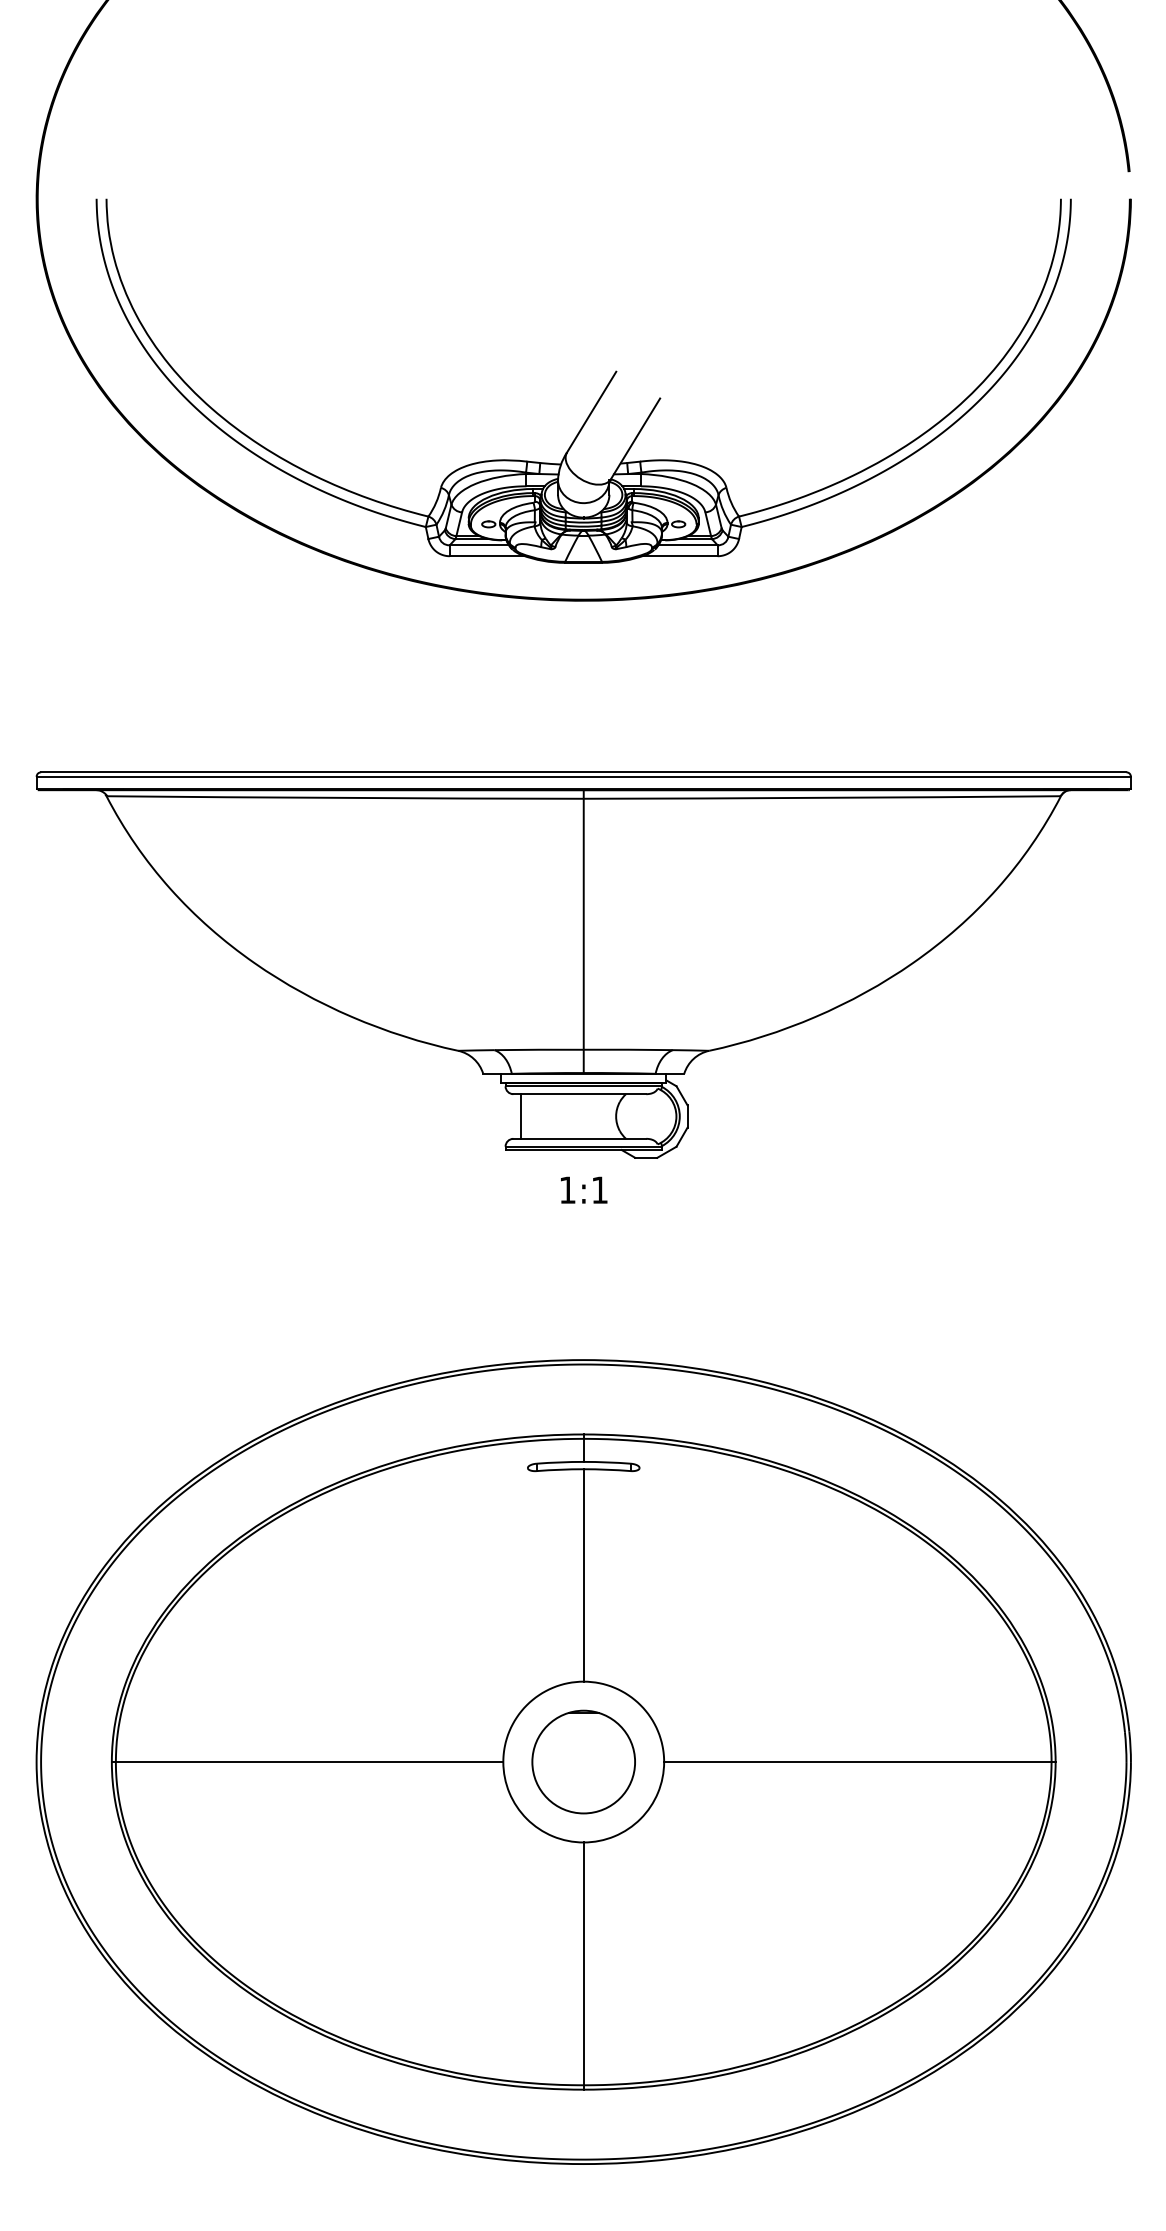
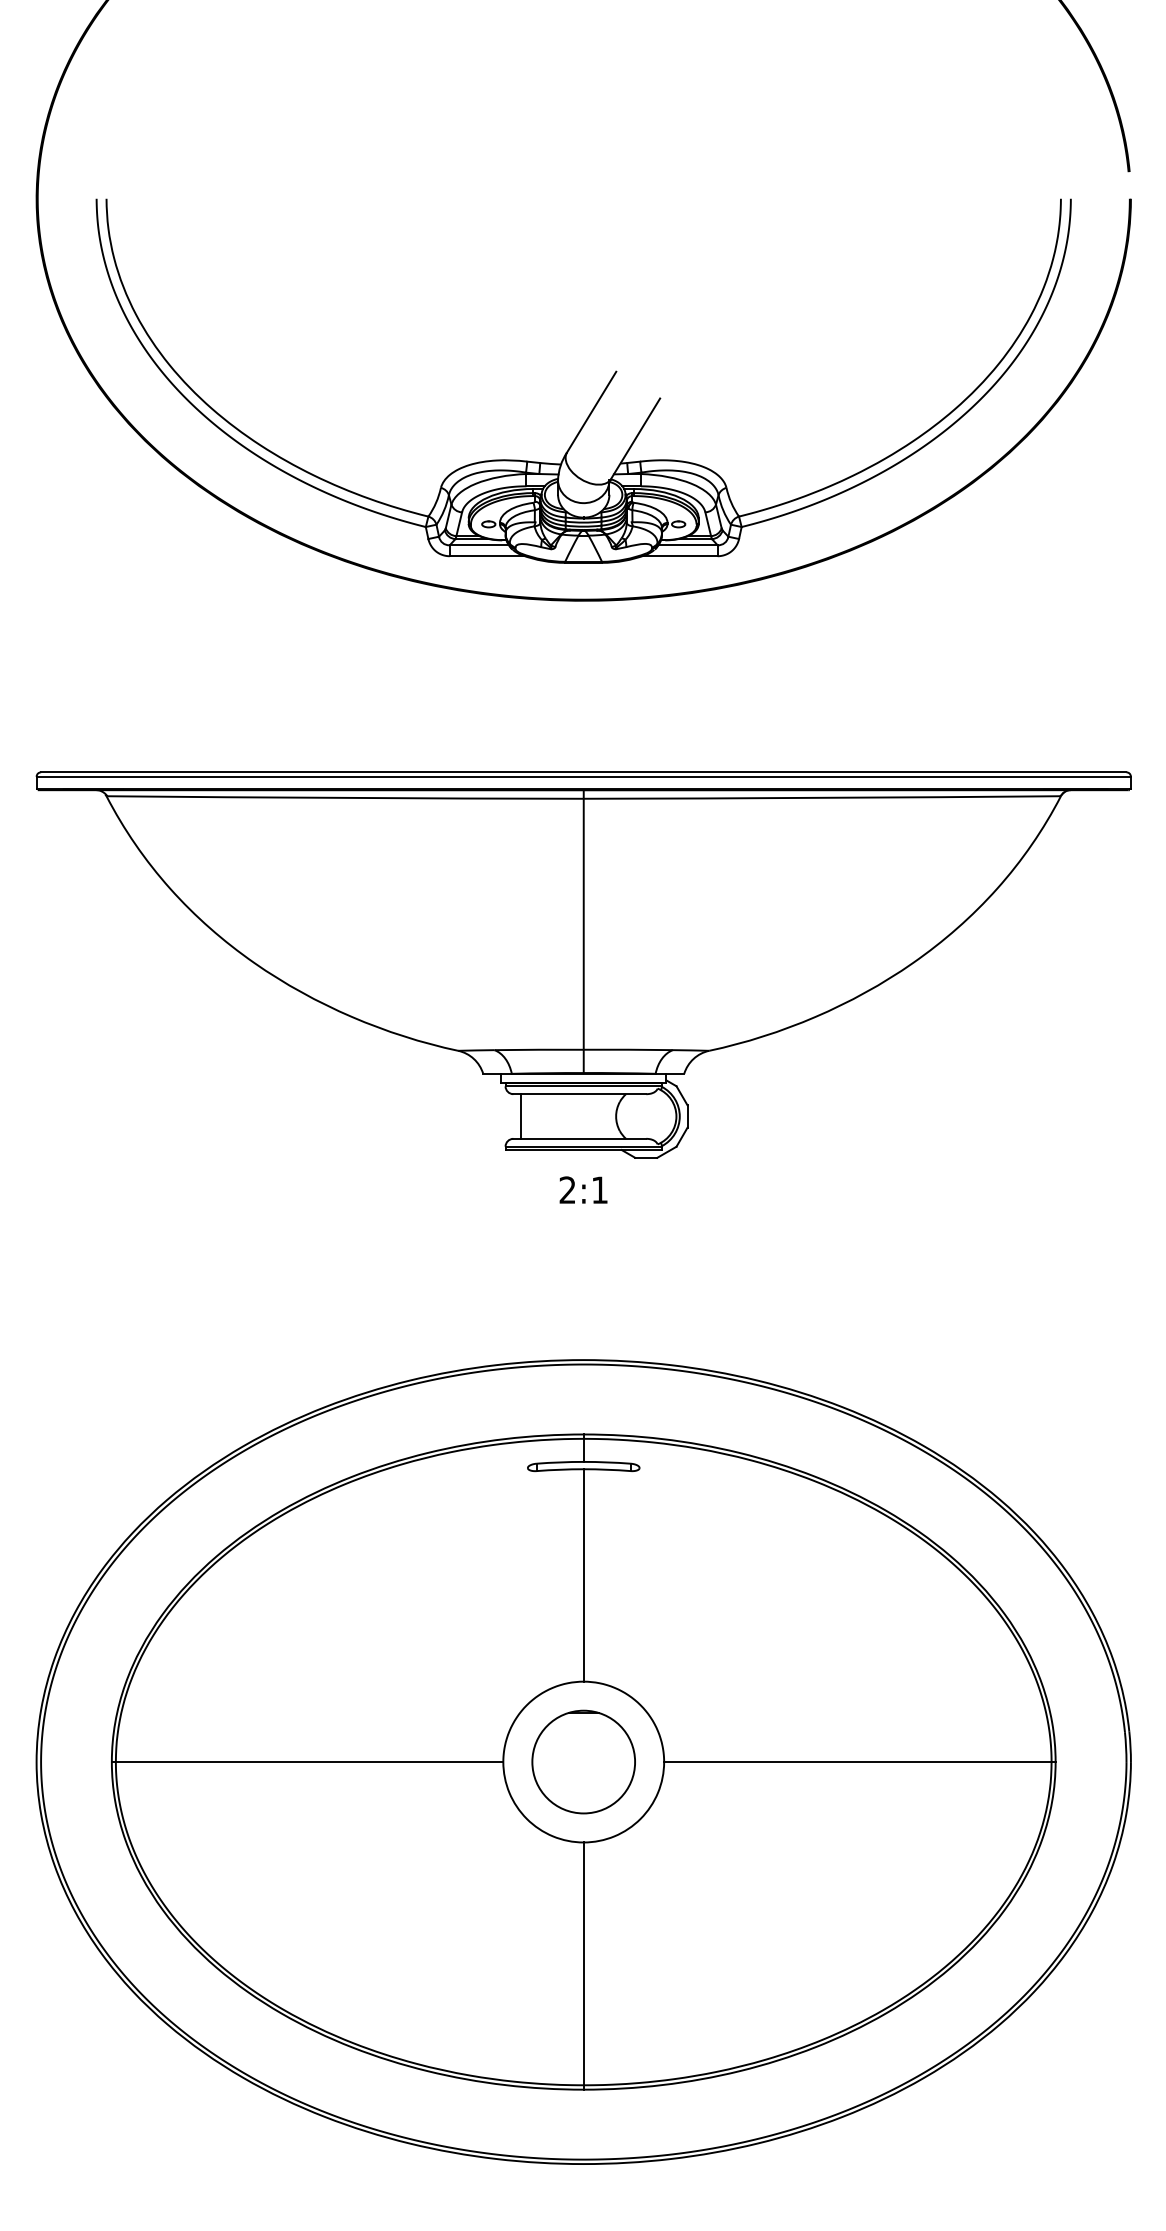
text at (567, 1189): 1:1 -> 2:1
